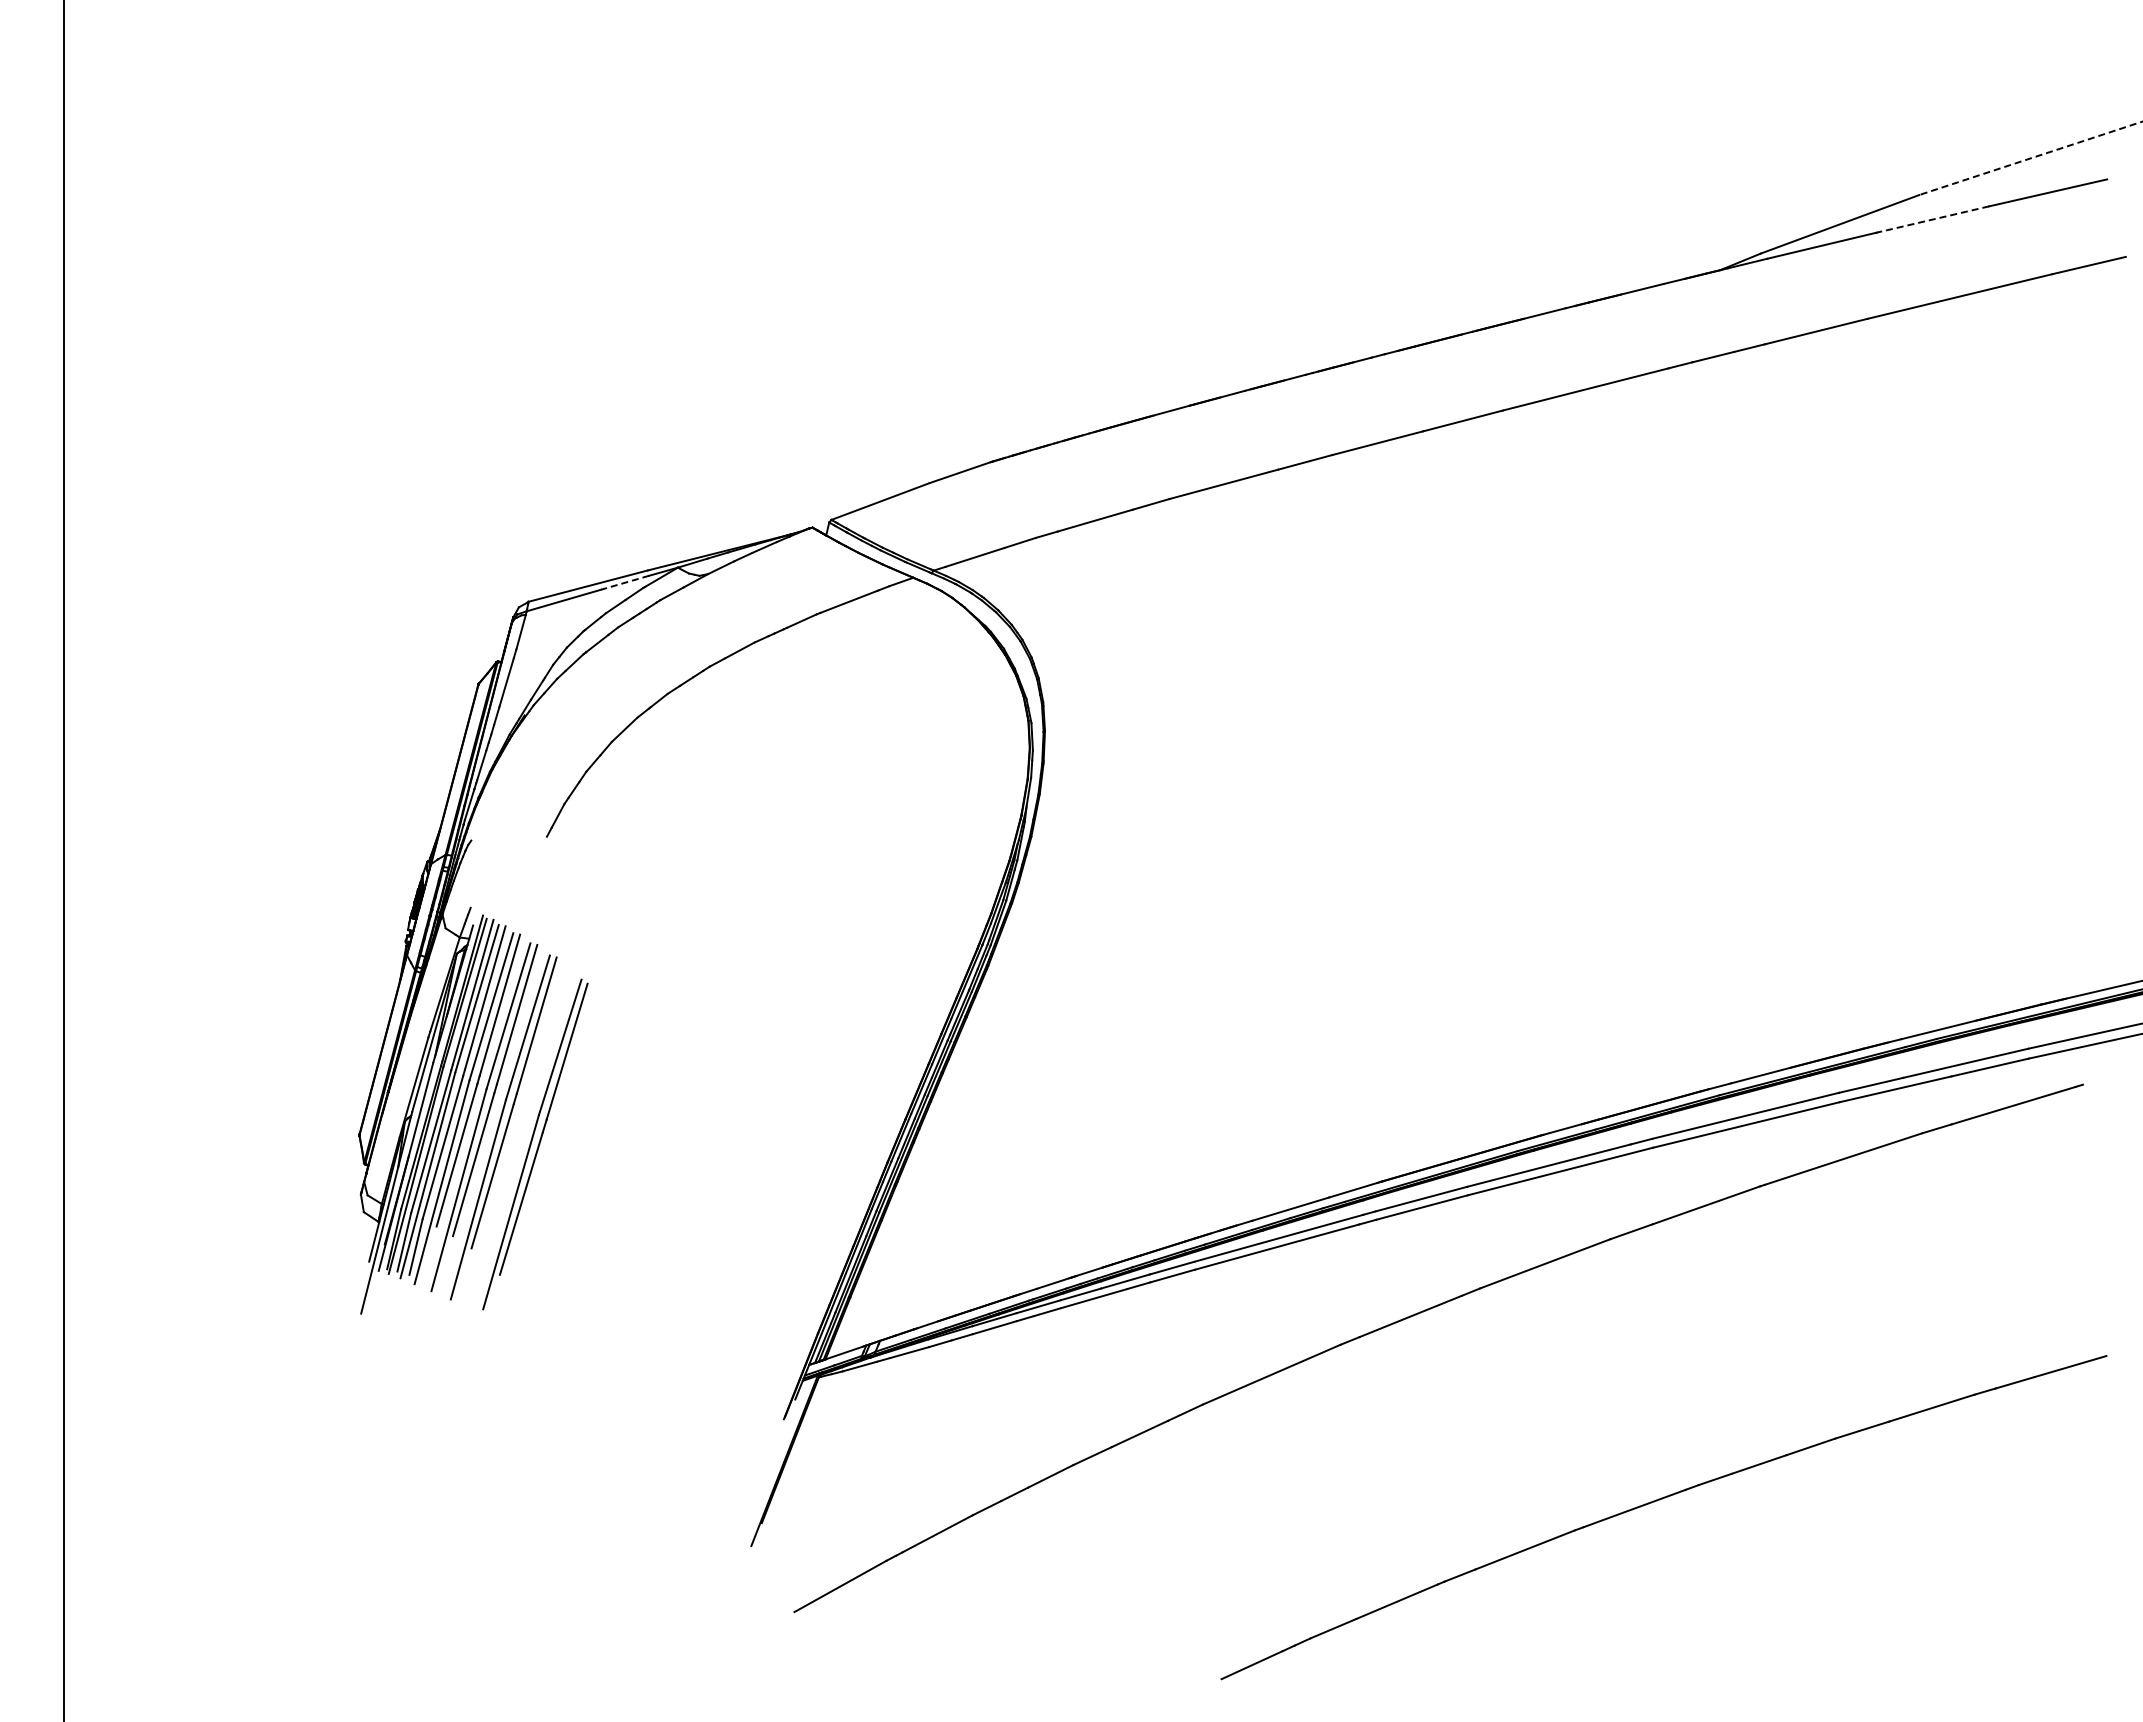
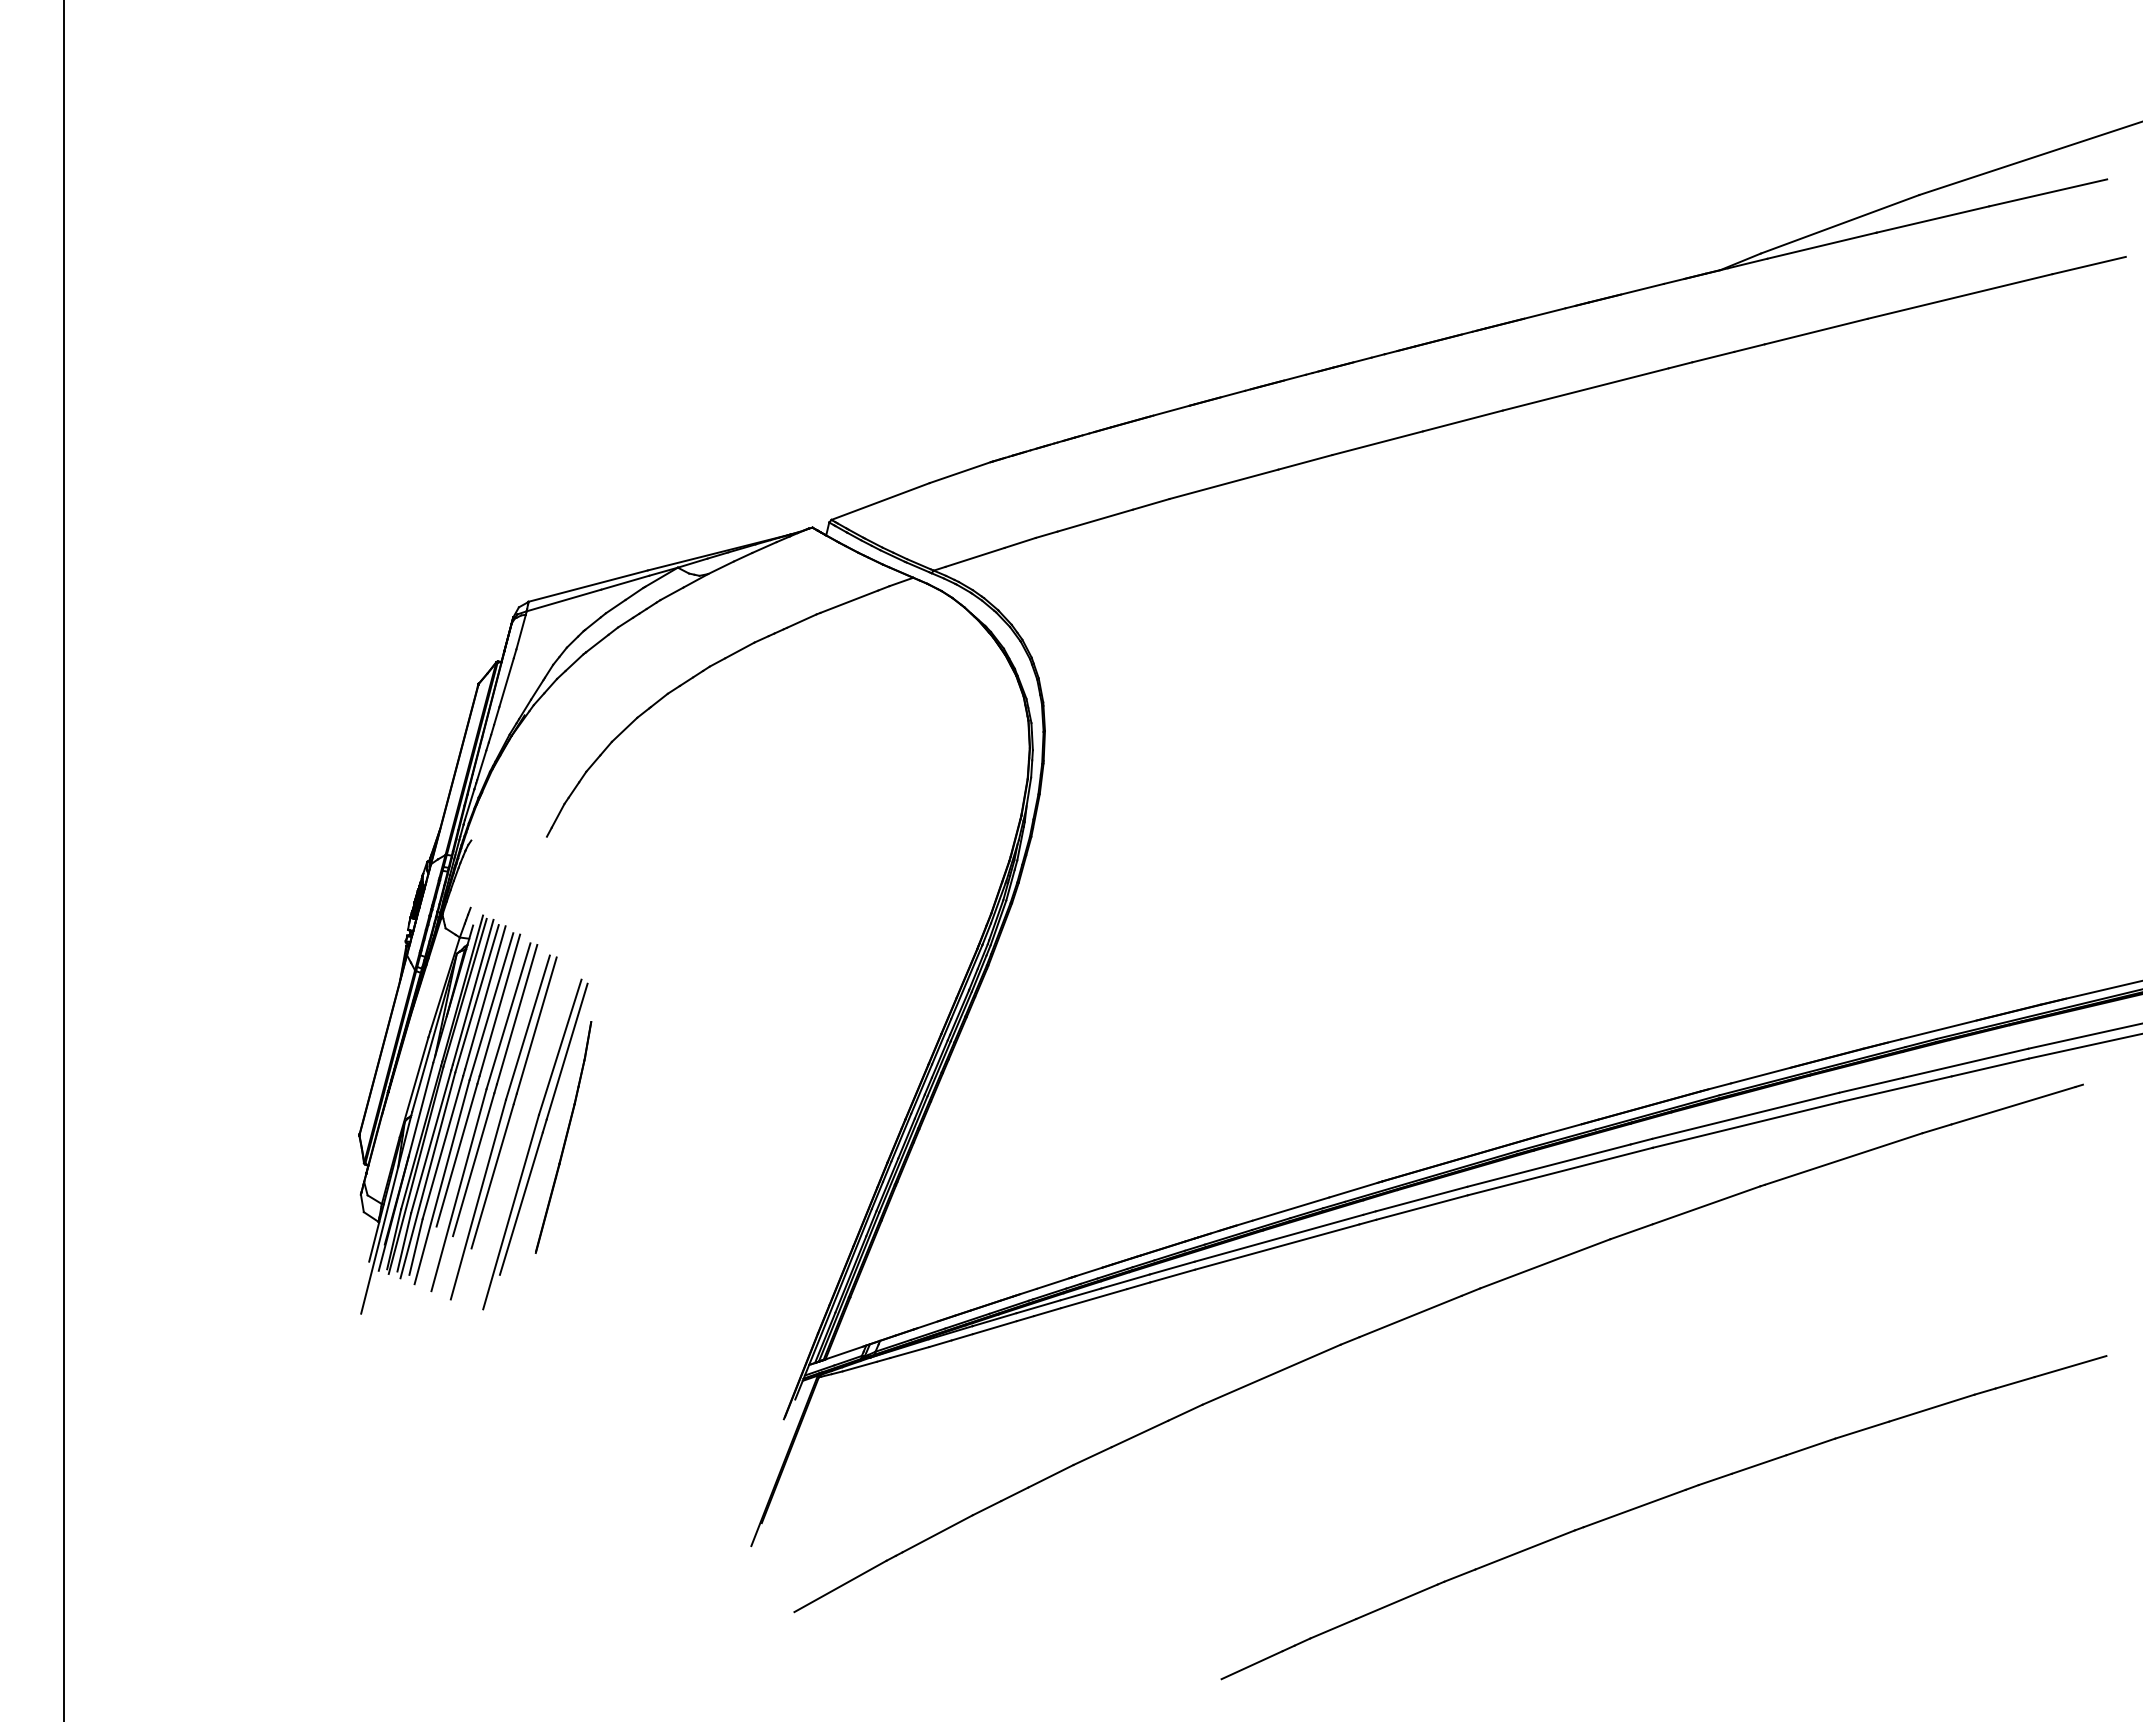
line at (2030, 158): dashed -> solid
line at (1933, 219): dashed -> solid
line at (625, 582): dashed -> solid
part at (563, 1137): none -> present
